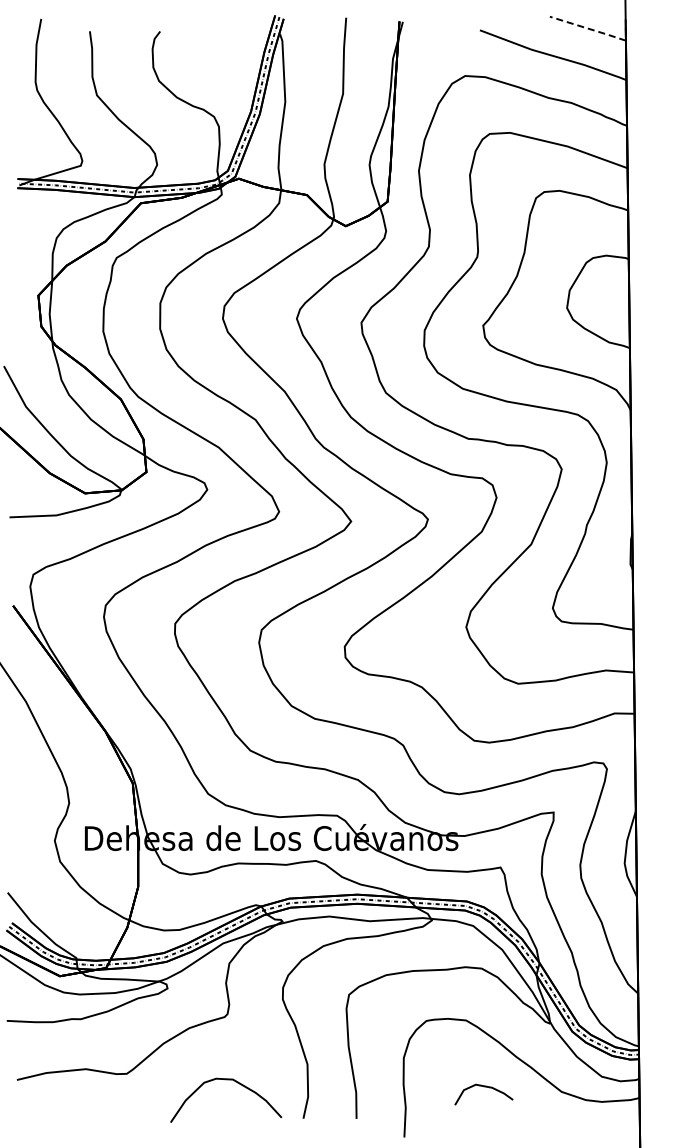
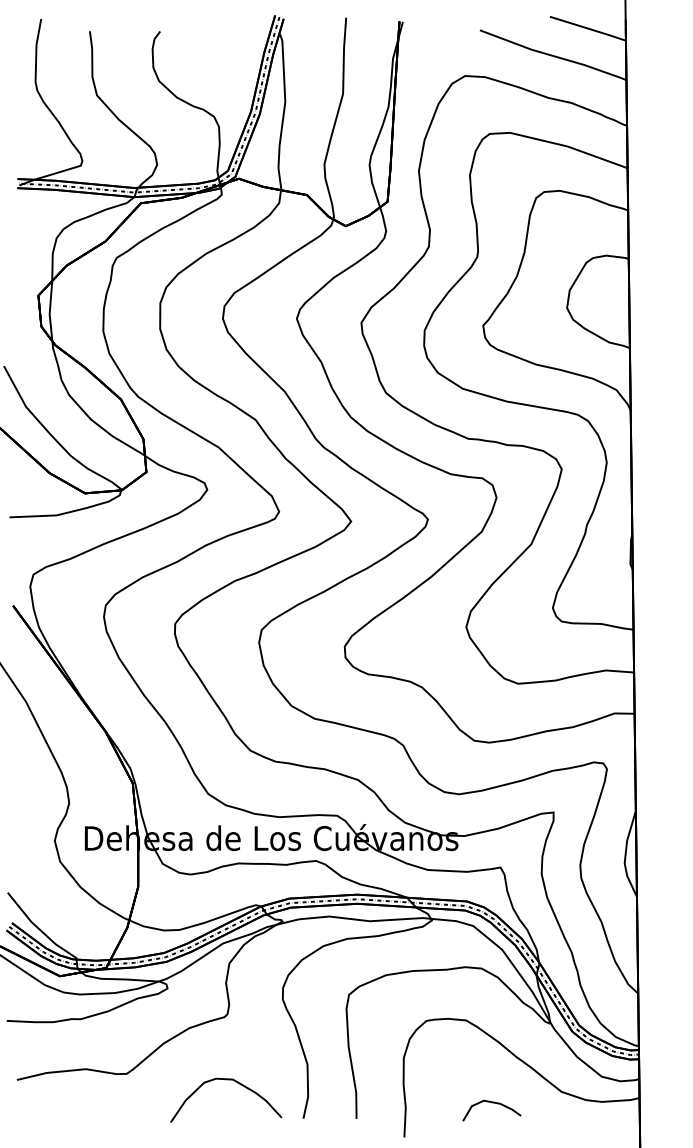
line at (588, 28): dashed -> solid
curve at (484, 1087) position: (484, 1087) -> (492, 1103)
